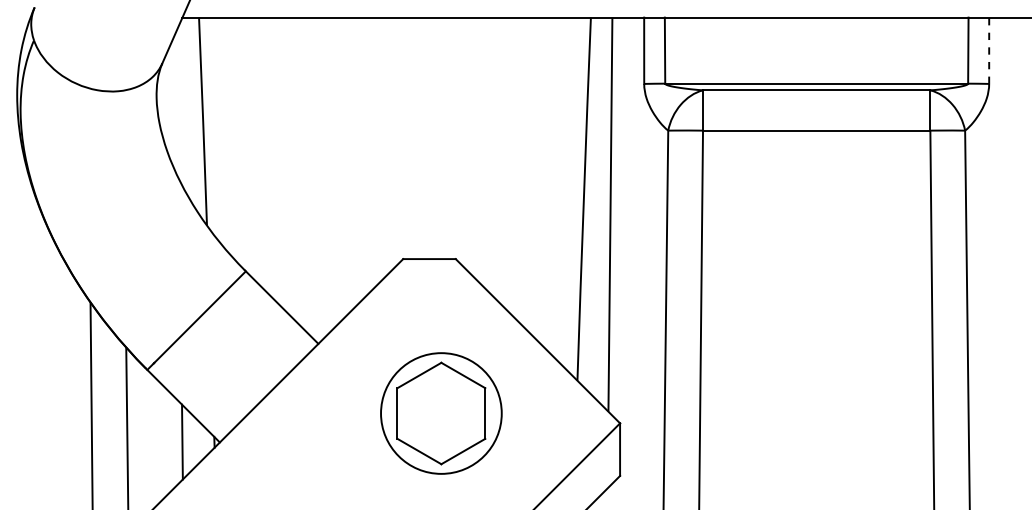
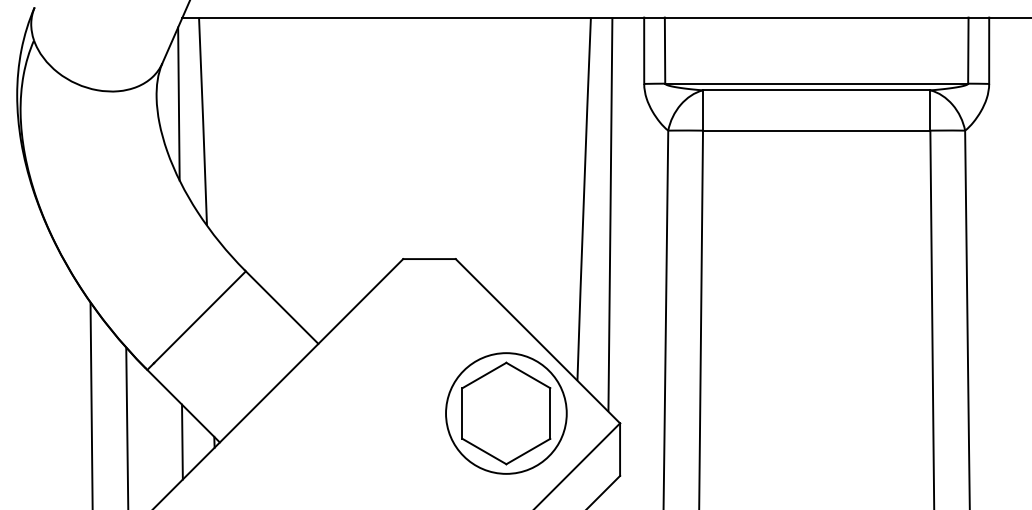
line at (989, 50): dashed -> solid
line at (178, 103): none -> present
part at (441, 413) position: (441, 413) -> (506, 413)
